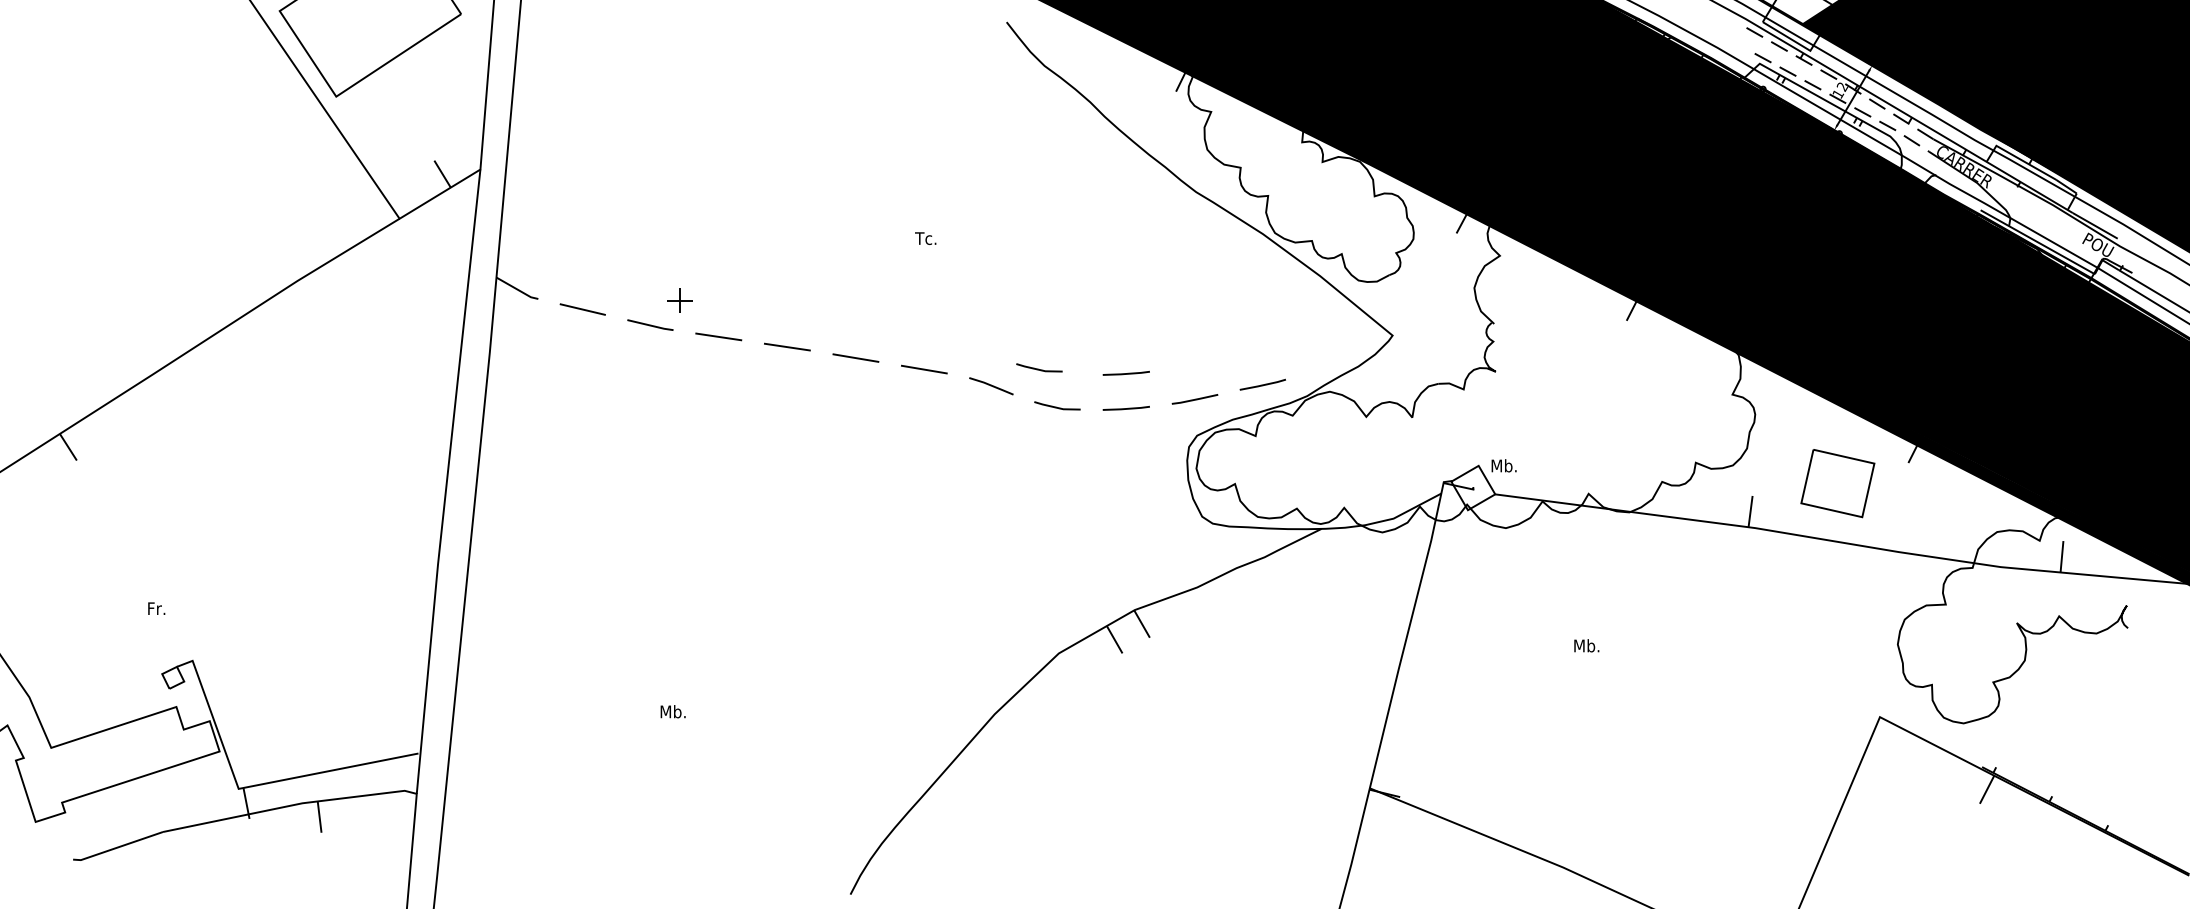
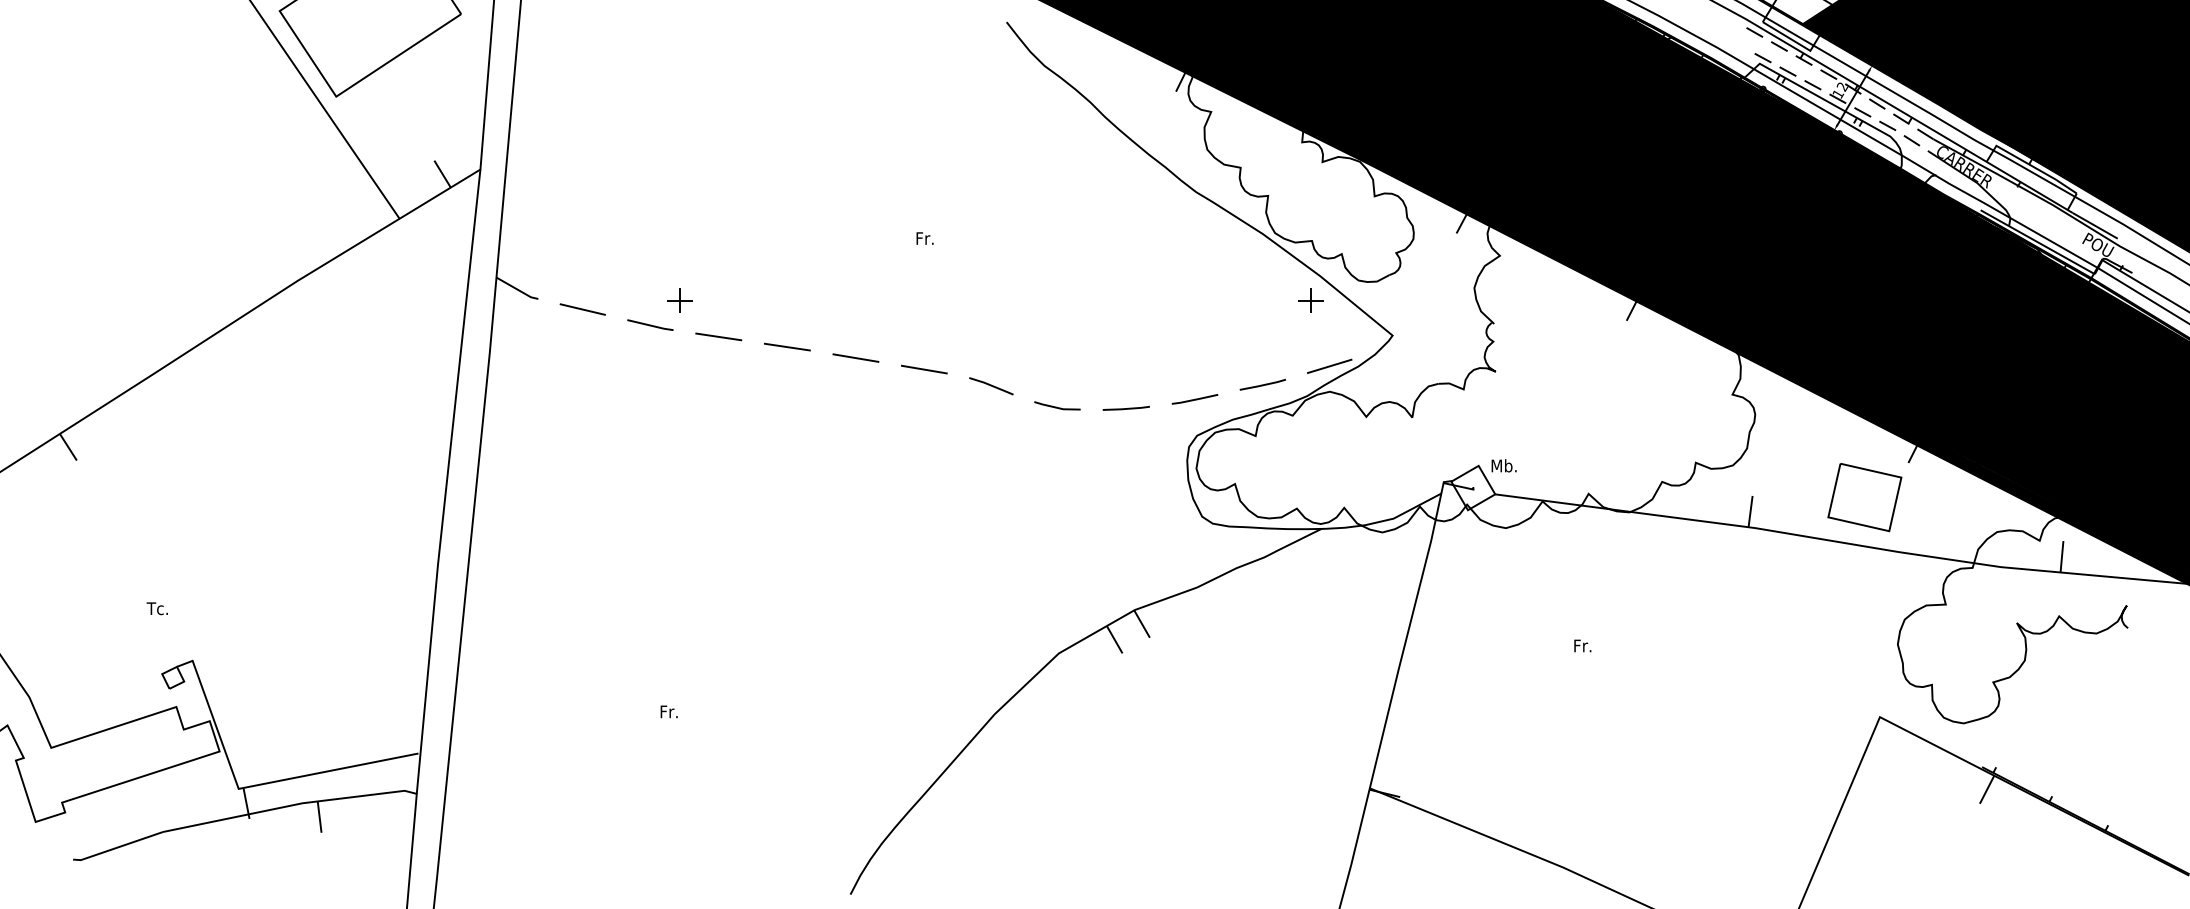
text at (925, 238): Tc. -> Fr.
part at (1310, 300): none -> present
line at (1329, 365): none -> present
line at (1038, 368): present -> none
line at (1125, 373): present -> none
part at (1837, 483) position: (1837, 483) -> (1864, 497)
text at (156, 608): Fr. -> Tc.
text at (1587, 645): Mb. -> Fr.
text at (673, 711): Mb. -> Fr.
